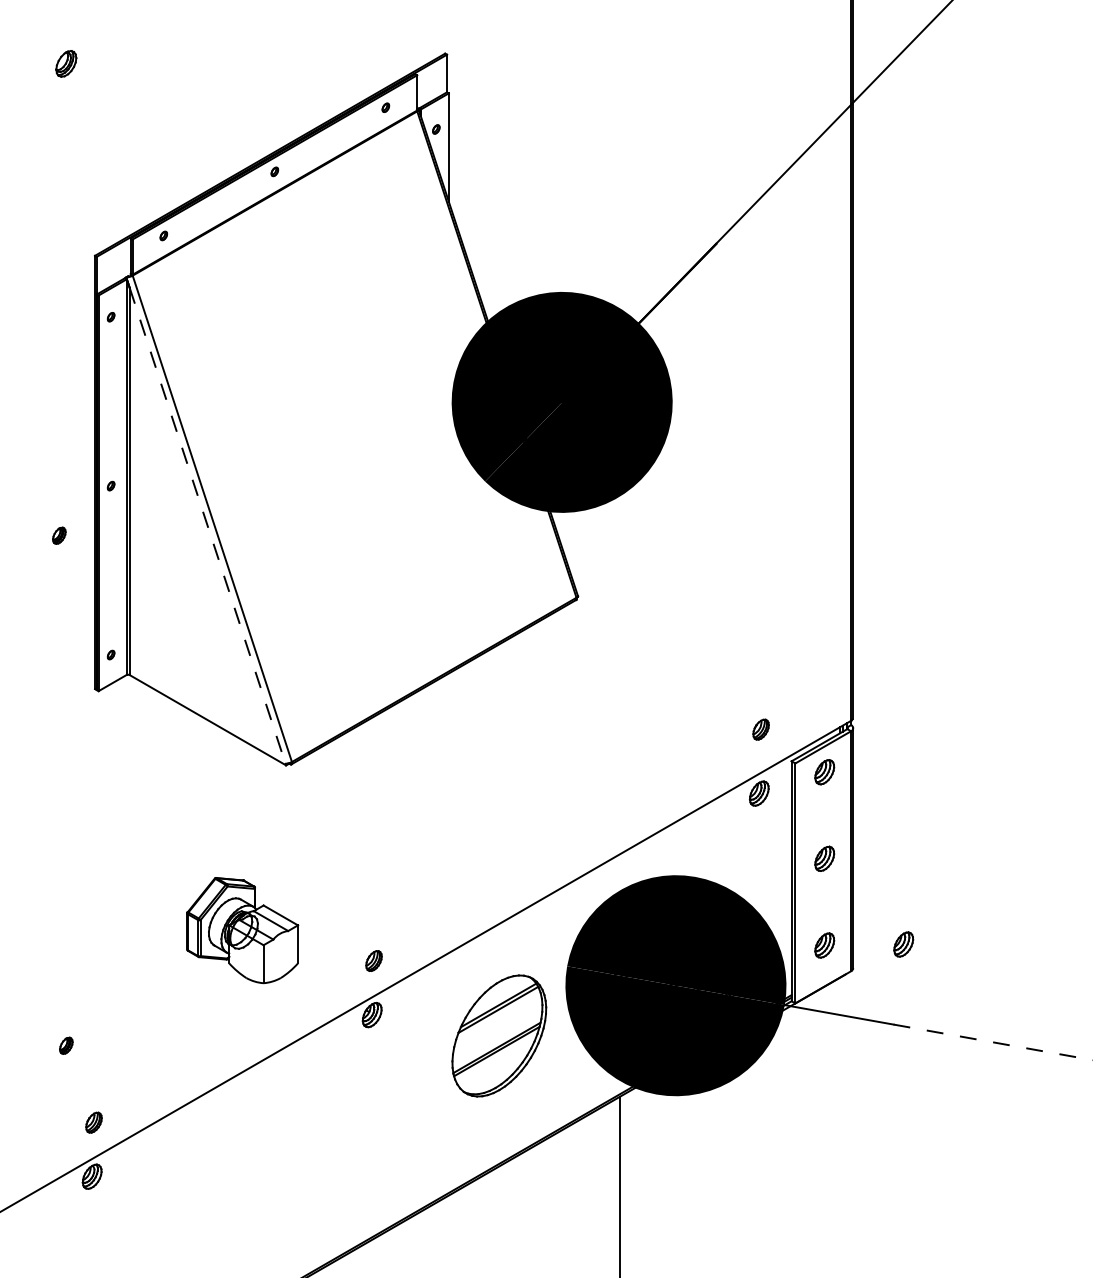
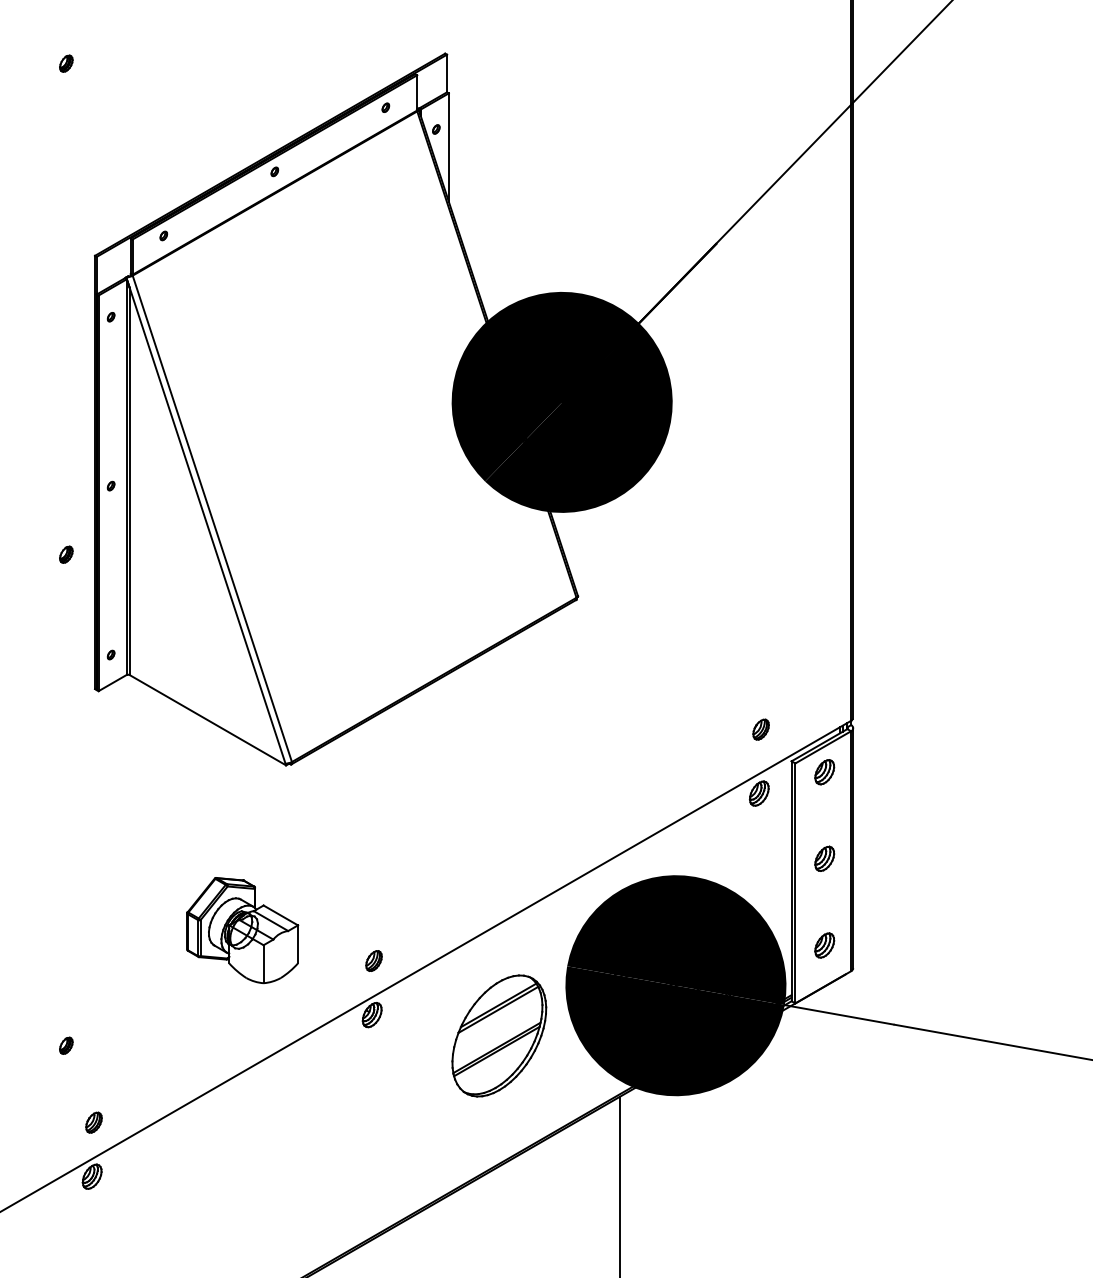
part at (66, 63) size: 23x28 px -> 15x19 px
line at (207, 525): dashed -> solid
part at (59, 535) position: (59, 535) -> (66, 554)
part at (903, 944): present -> none
line at (992, 1042): dashed -> solid
